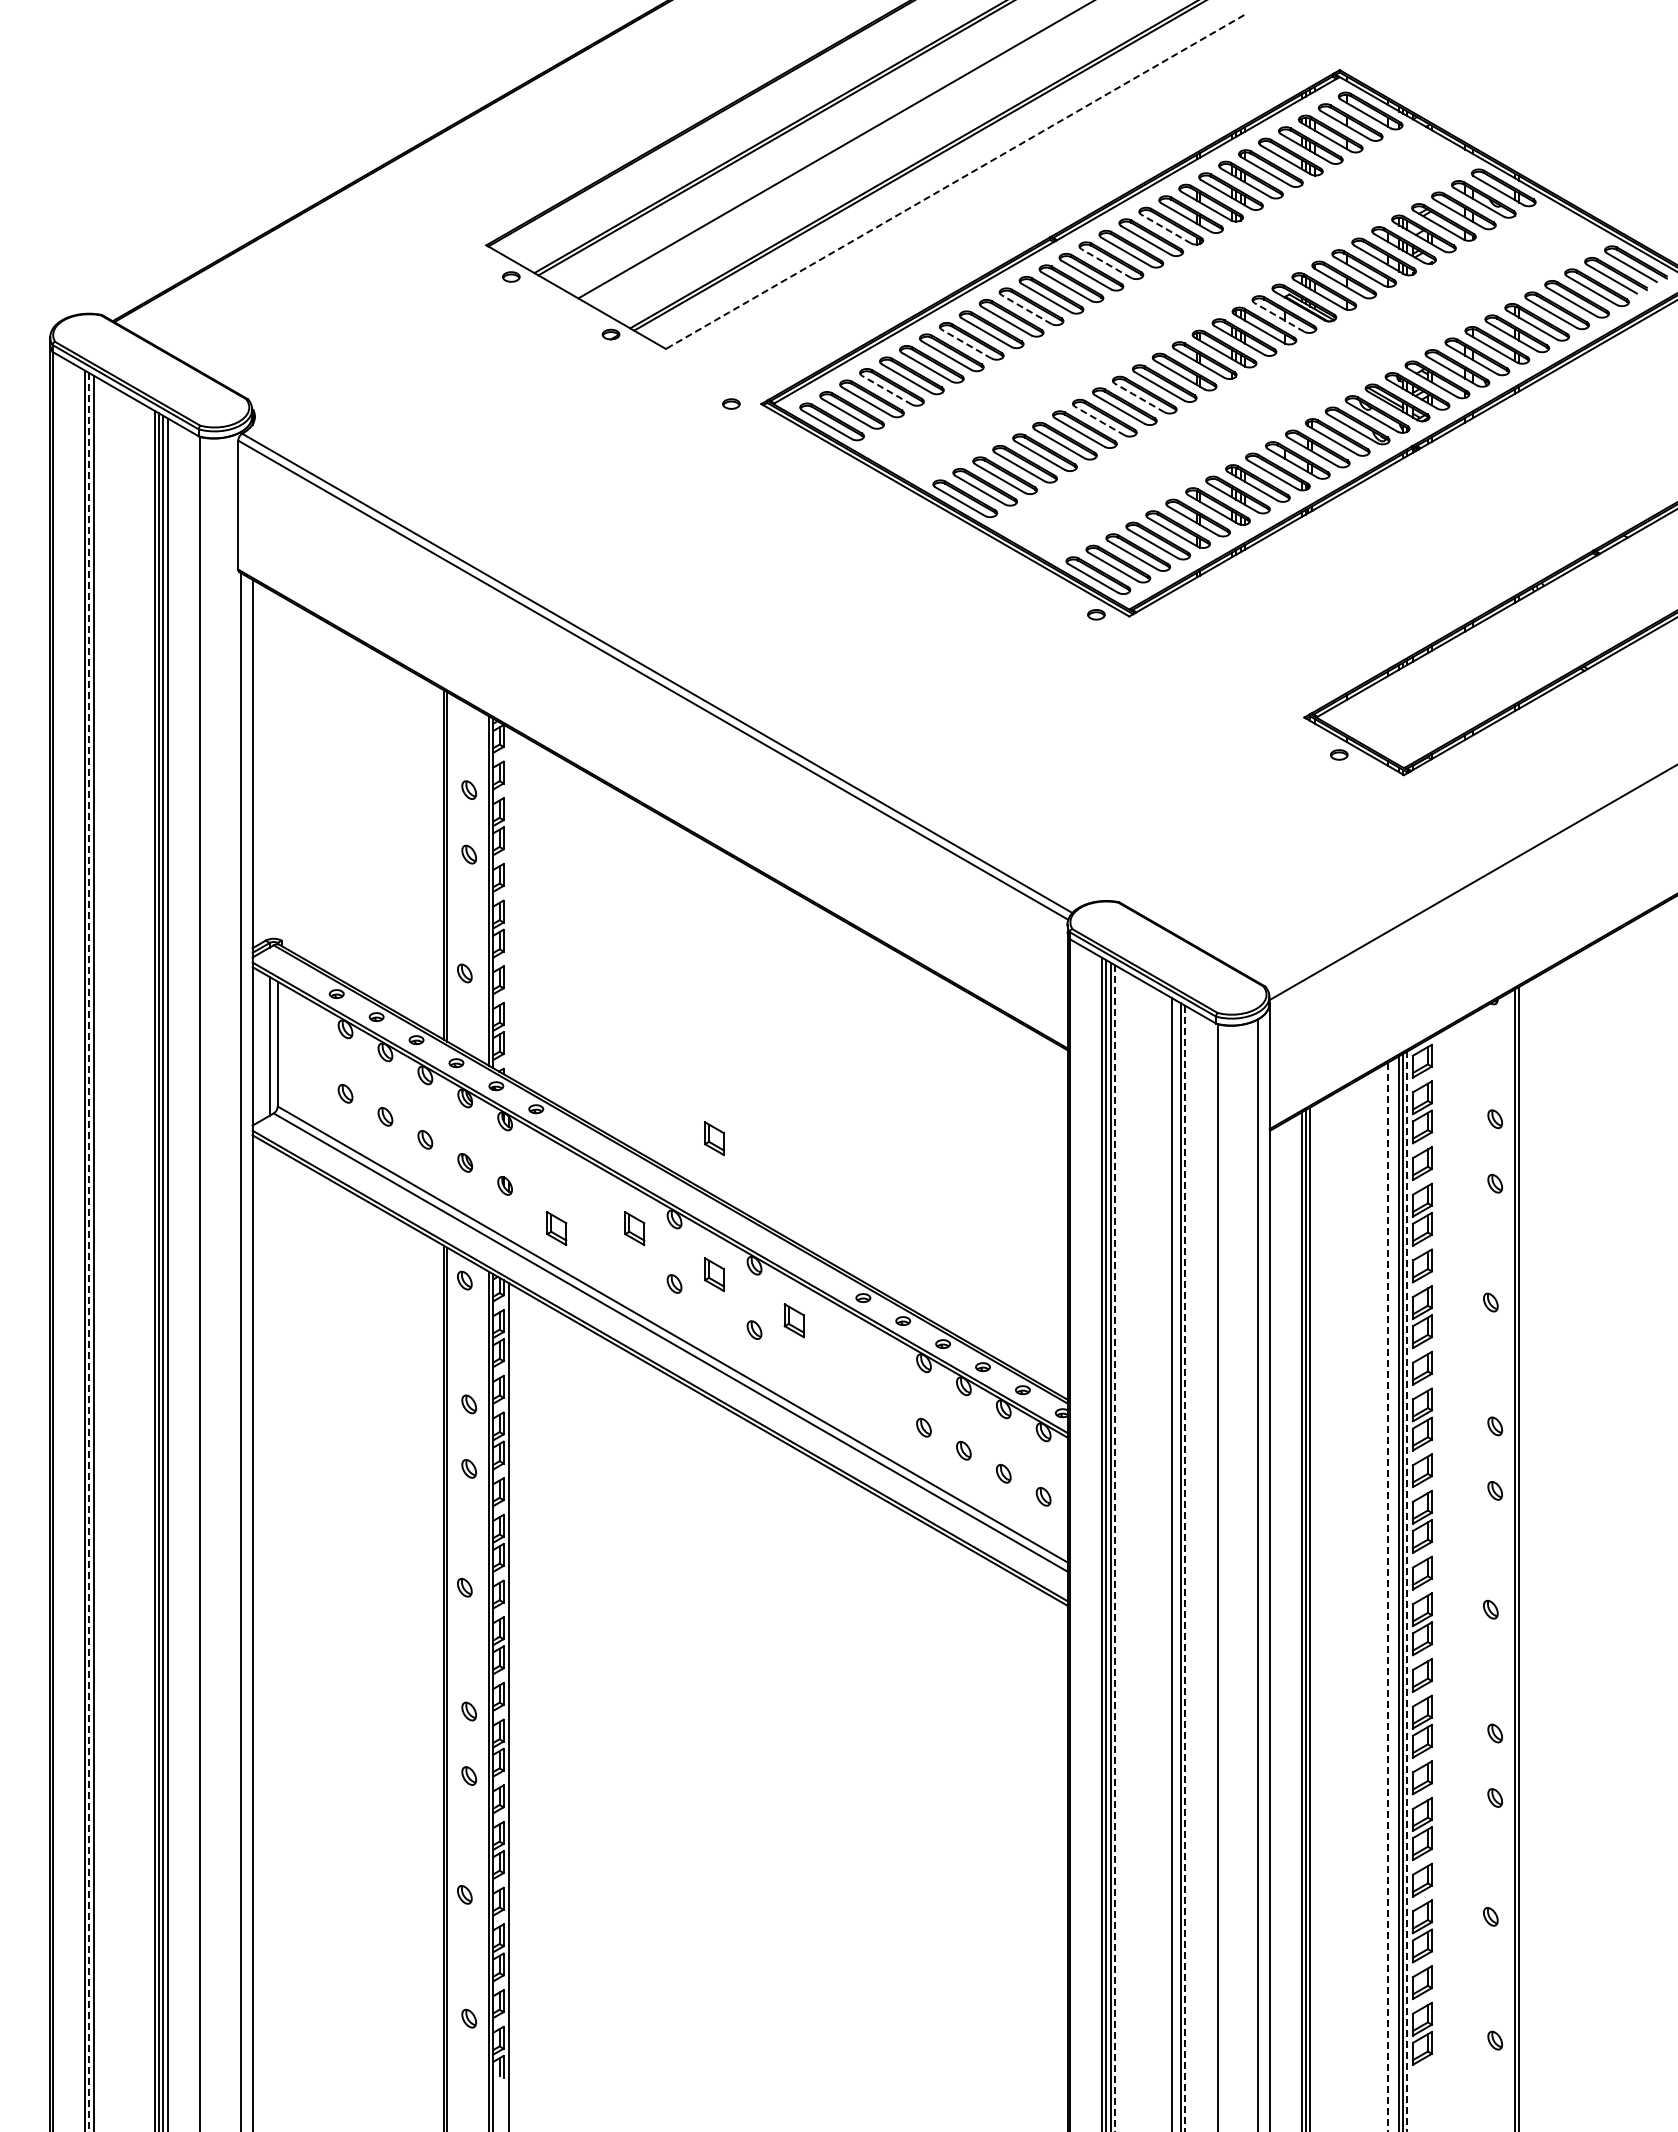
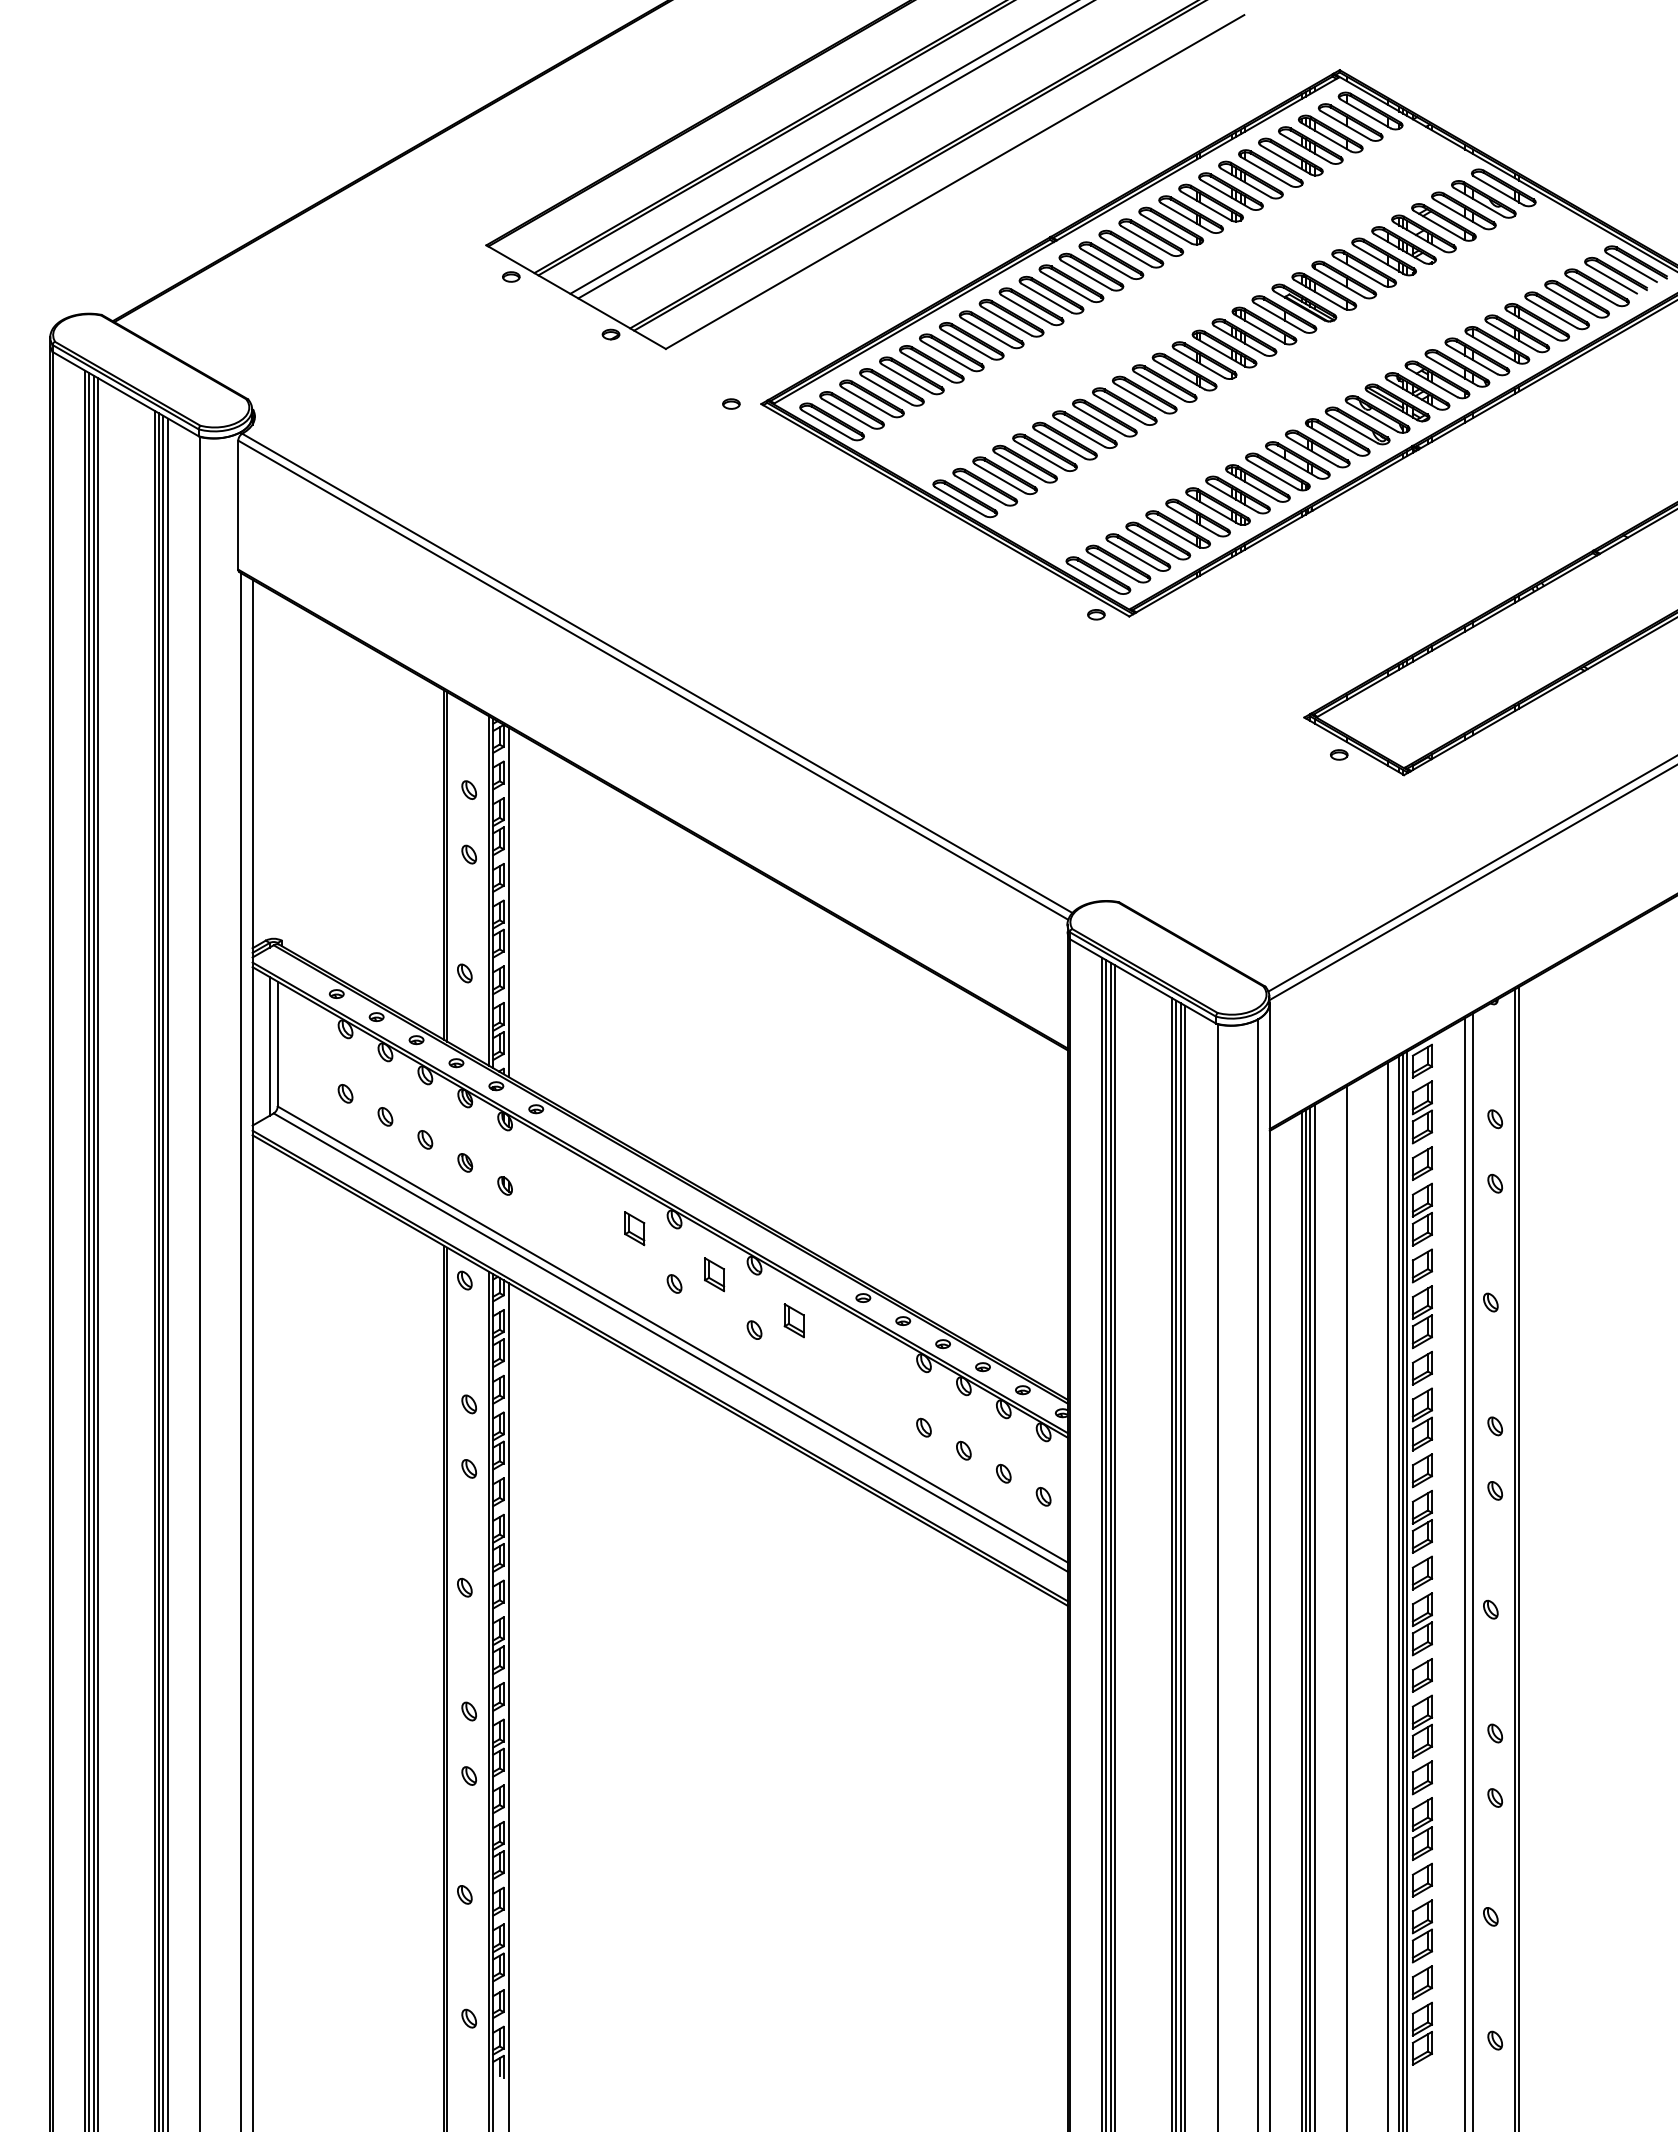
line at (822, 147): none -> present
line at (955, 182): dashed -> solid
line at (1166, 229): dashed -> solid
line at (1106, 263): dashed -> solid
line at (1026, 309): dashed -> solid
line at (1279, 317): dashed -> solid
line at (966, 344): dashed -> solid
line at (886, 390): dashed -> solid
line at (1139, 398): dashed -> solid
line at (1099, 421): dashed -> solid
line at (1471, 874): none -> present
line at (509, 902): none -> present
part at (714, 1138): present -> none
part at (556, 1228): present -> none
line at (89, 1252): dashed -> solid
line at (98, 1253): none -> present
line at (1115, 1548): dashed -> solid
line at (1176, 1564): none -> present
line at (1185, 1568): dashed -> solid
line at (1473, 1570): none -> present
line at (1465, 1573): none -> present
line at (1407, 1591): dashed -> solid
line at (1388, 1597): dashed -> solid
line at (1347, 1607): none -> present
line at (1314, 1616): none -> present
